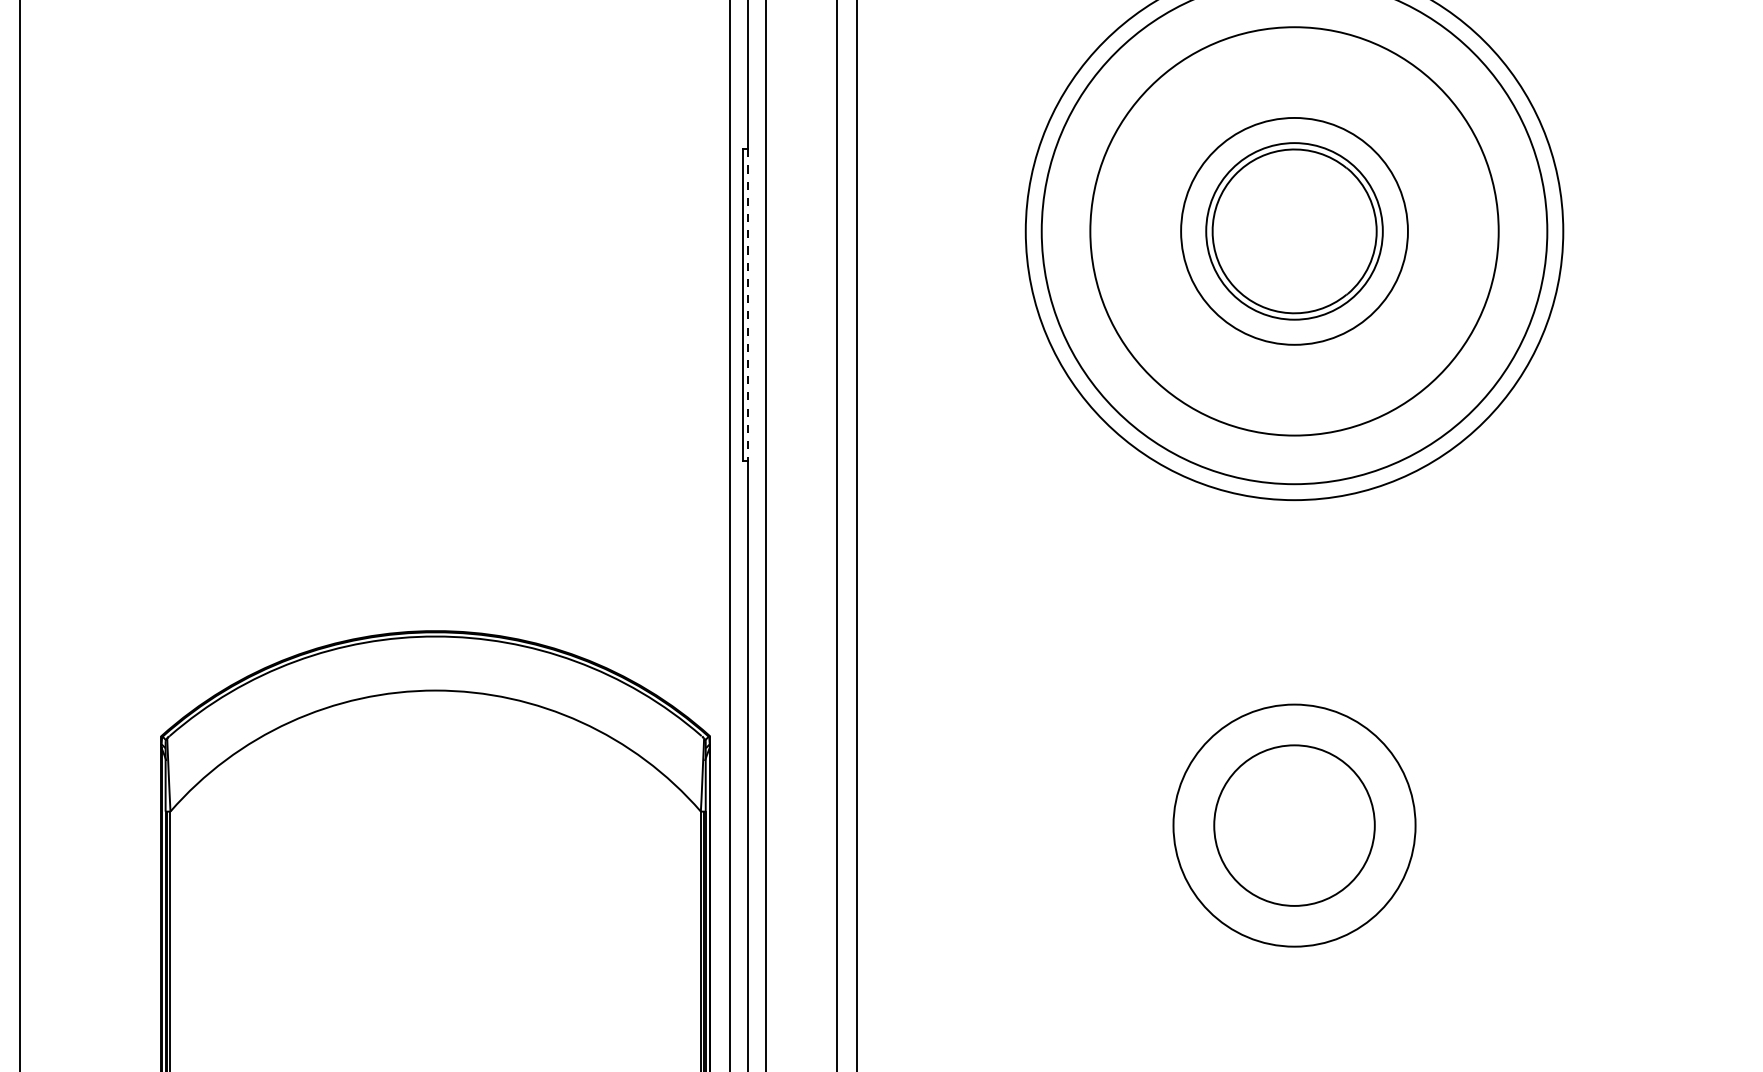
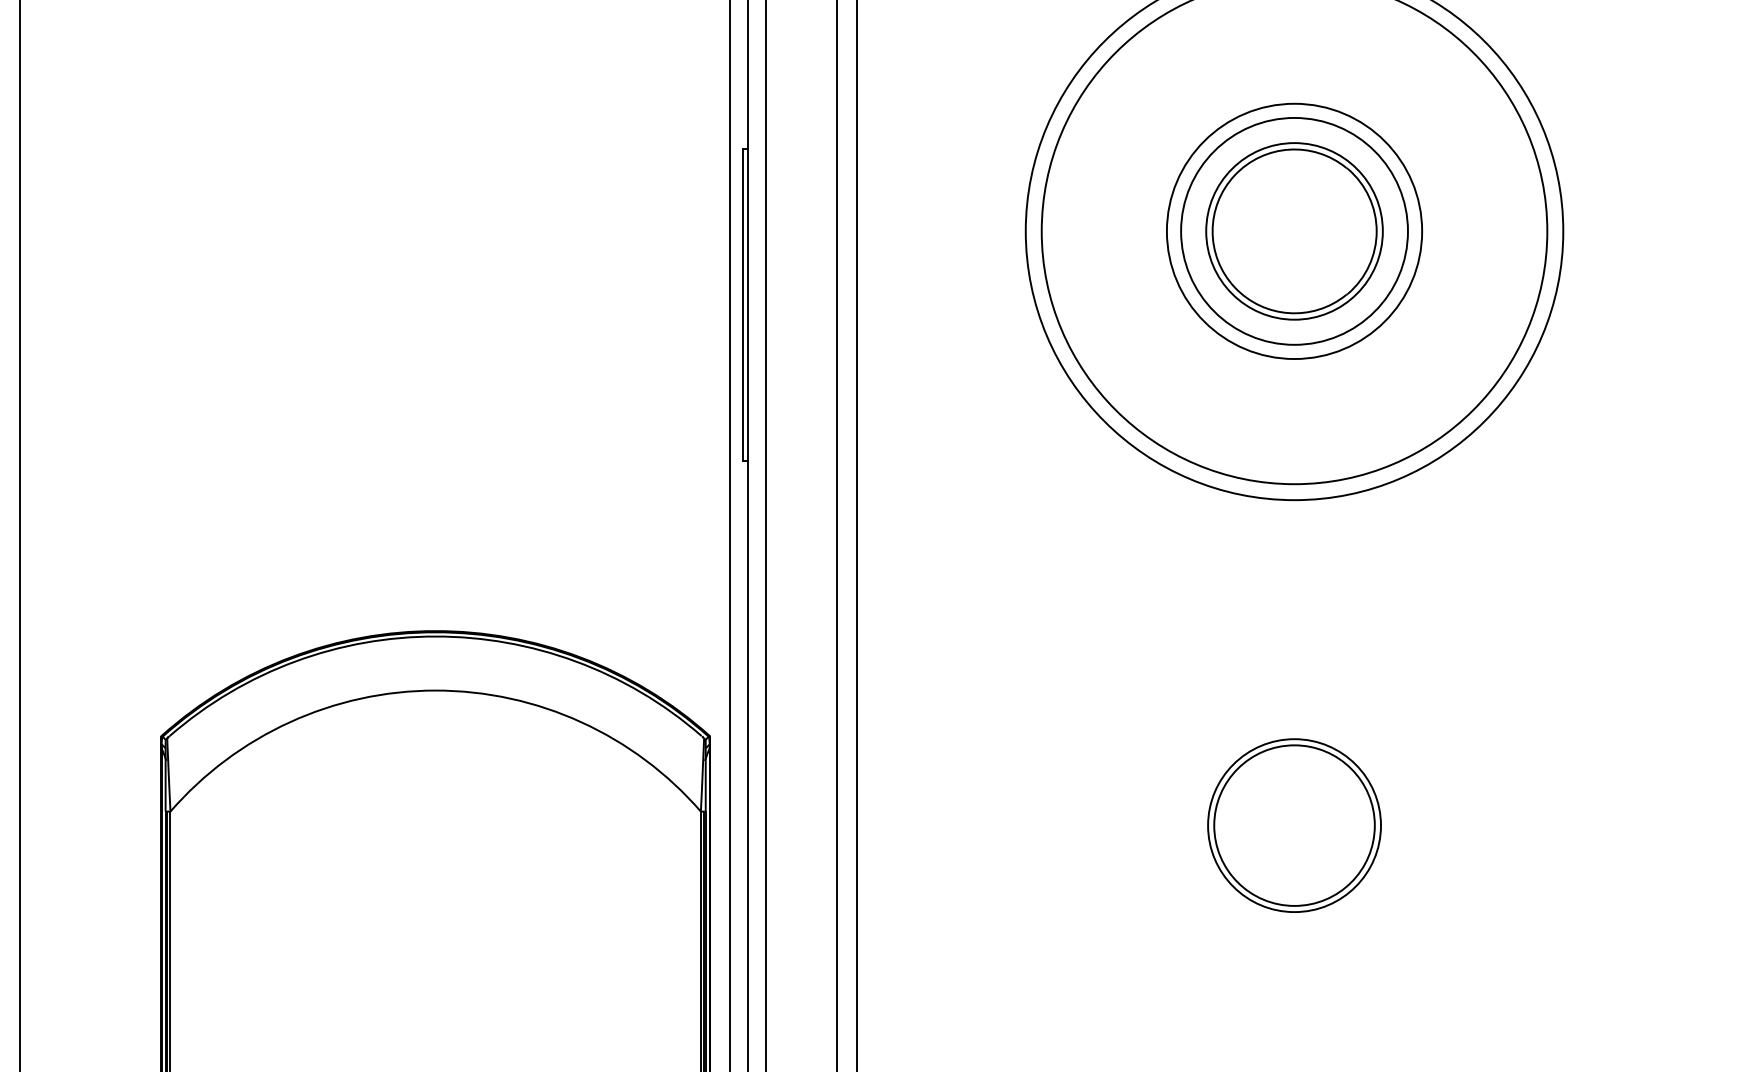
circle at (1294, 231) diameter: 408 px -> 255 px
line at (748, 305): dashed -> solid
circle at (1294, 825) diameter: 242 px -> 173 px
